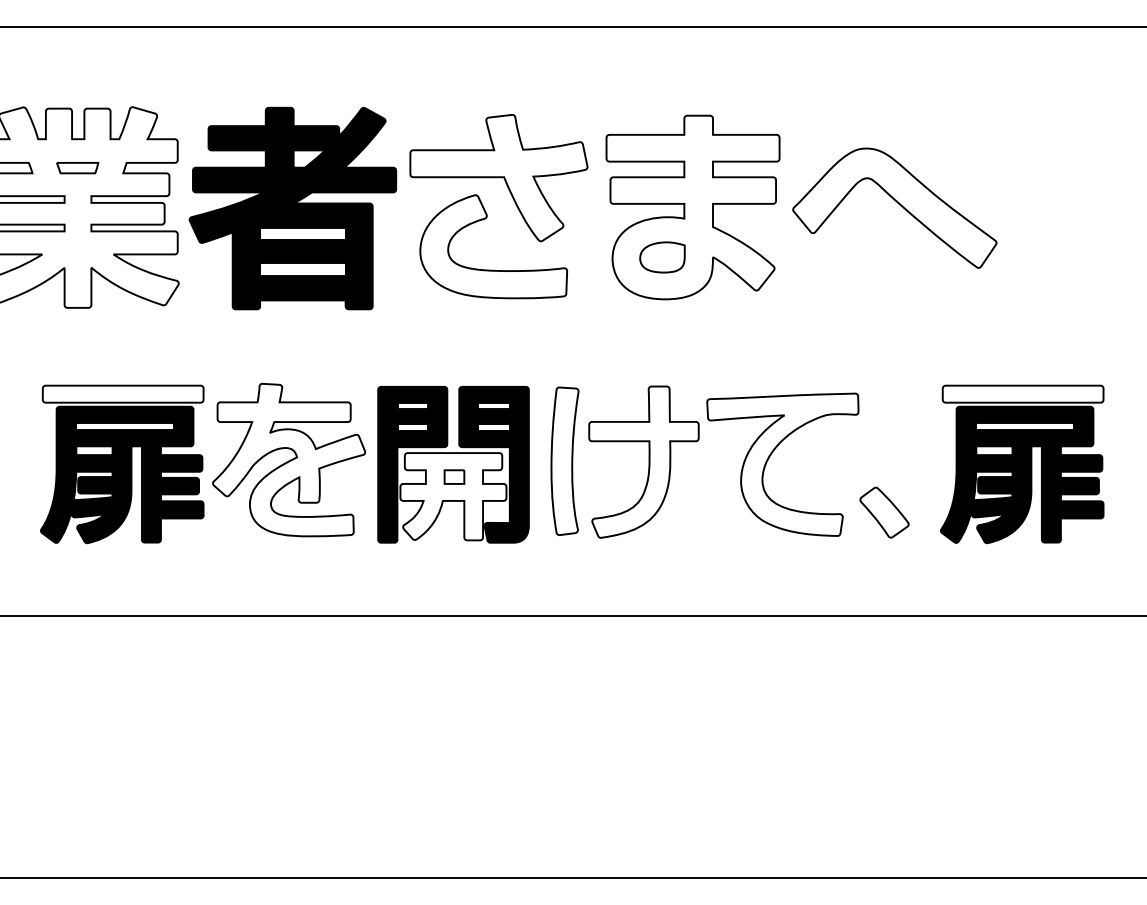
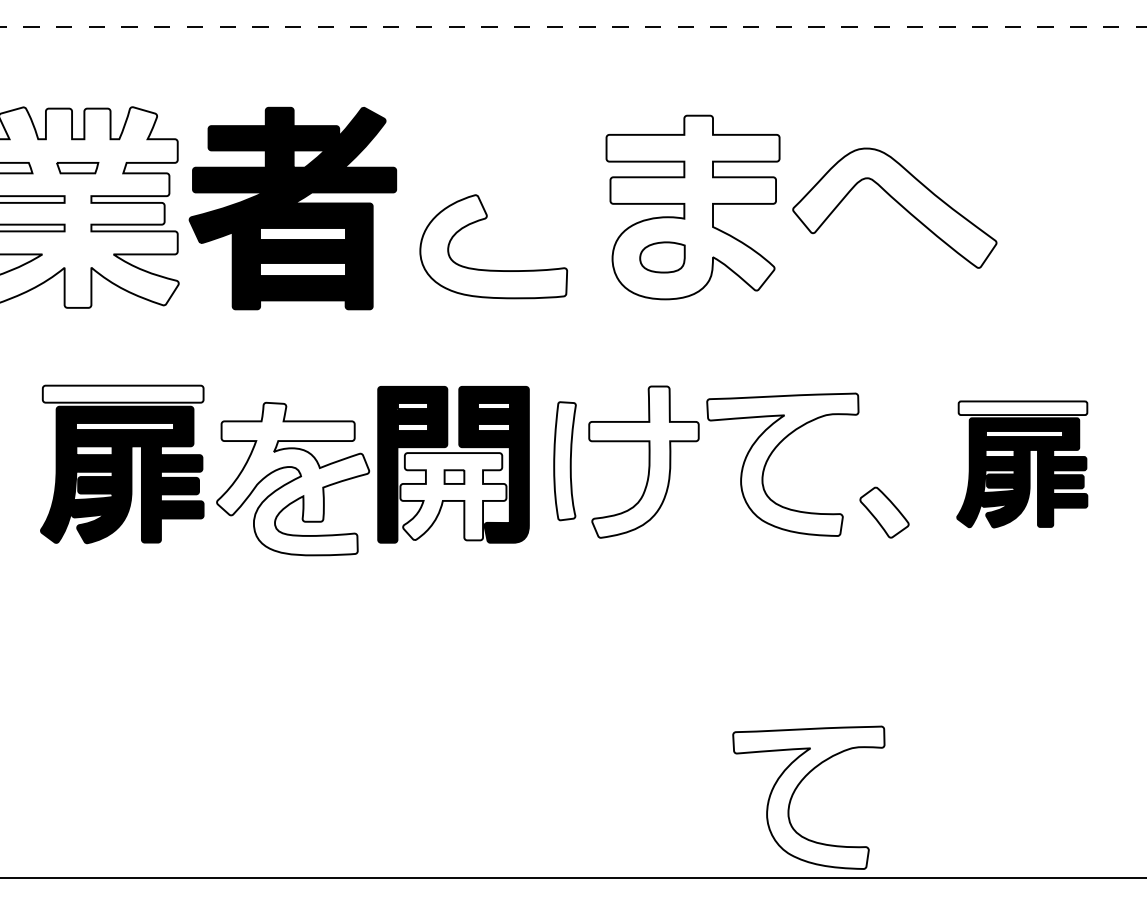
line at (573, 27): solid -> dashed
part at (498, 178): present -> none
part at (289, 459) position: (289, 459) -> (293, 478)
part at (564, 460) size: 30x150 px -> 24x121 px
part at (1022, 464) size: 165x161 px -> 133x129 px
line at (572, 616): present -> none
part at (797, 788): none -> present
